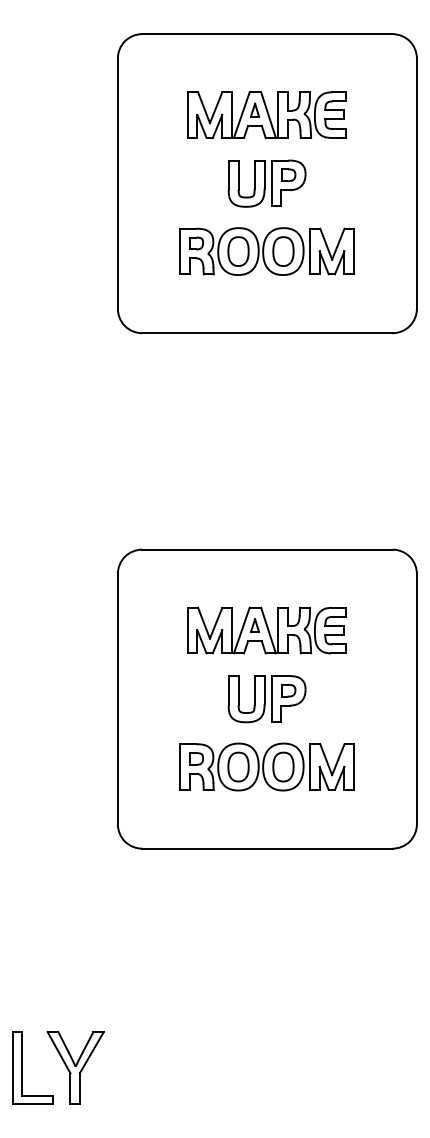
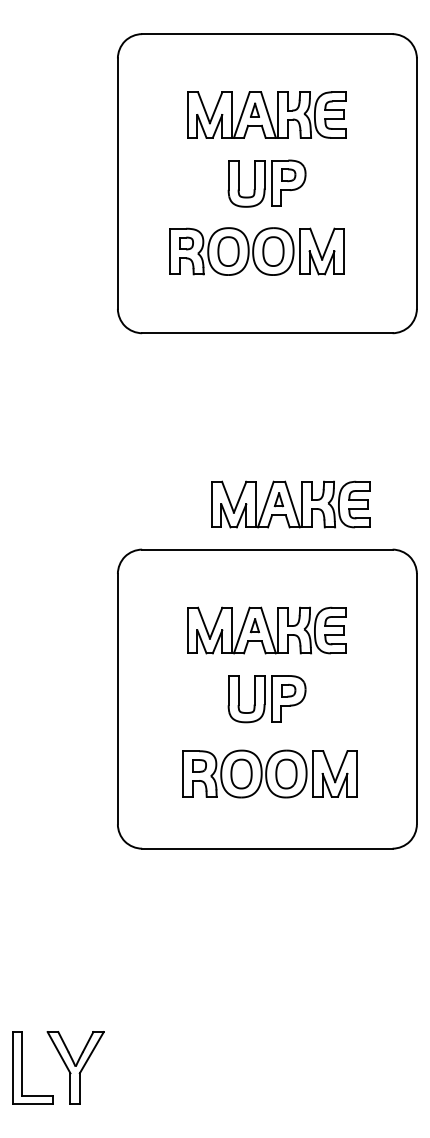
part at (266, 251) position: (266, 251) -> (256, 251)
part at (290, 504): none -> present
part at (266, 766) position: (266, 766) -> (269, 773)
